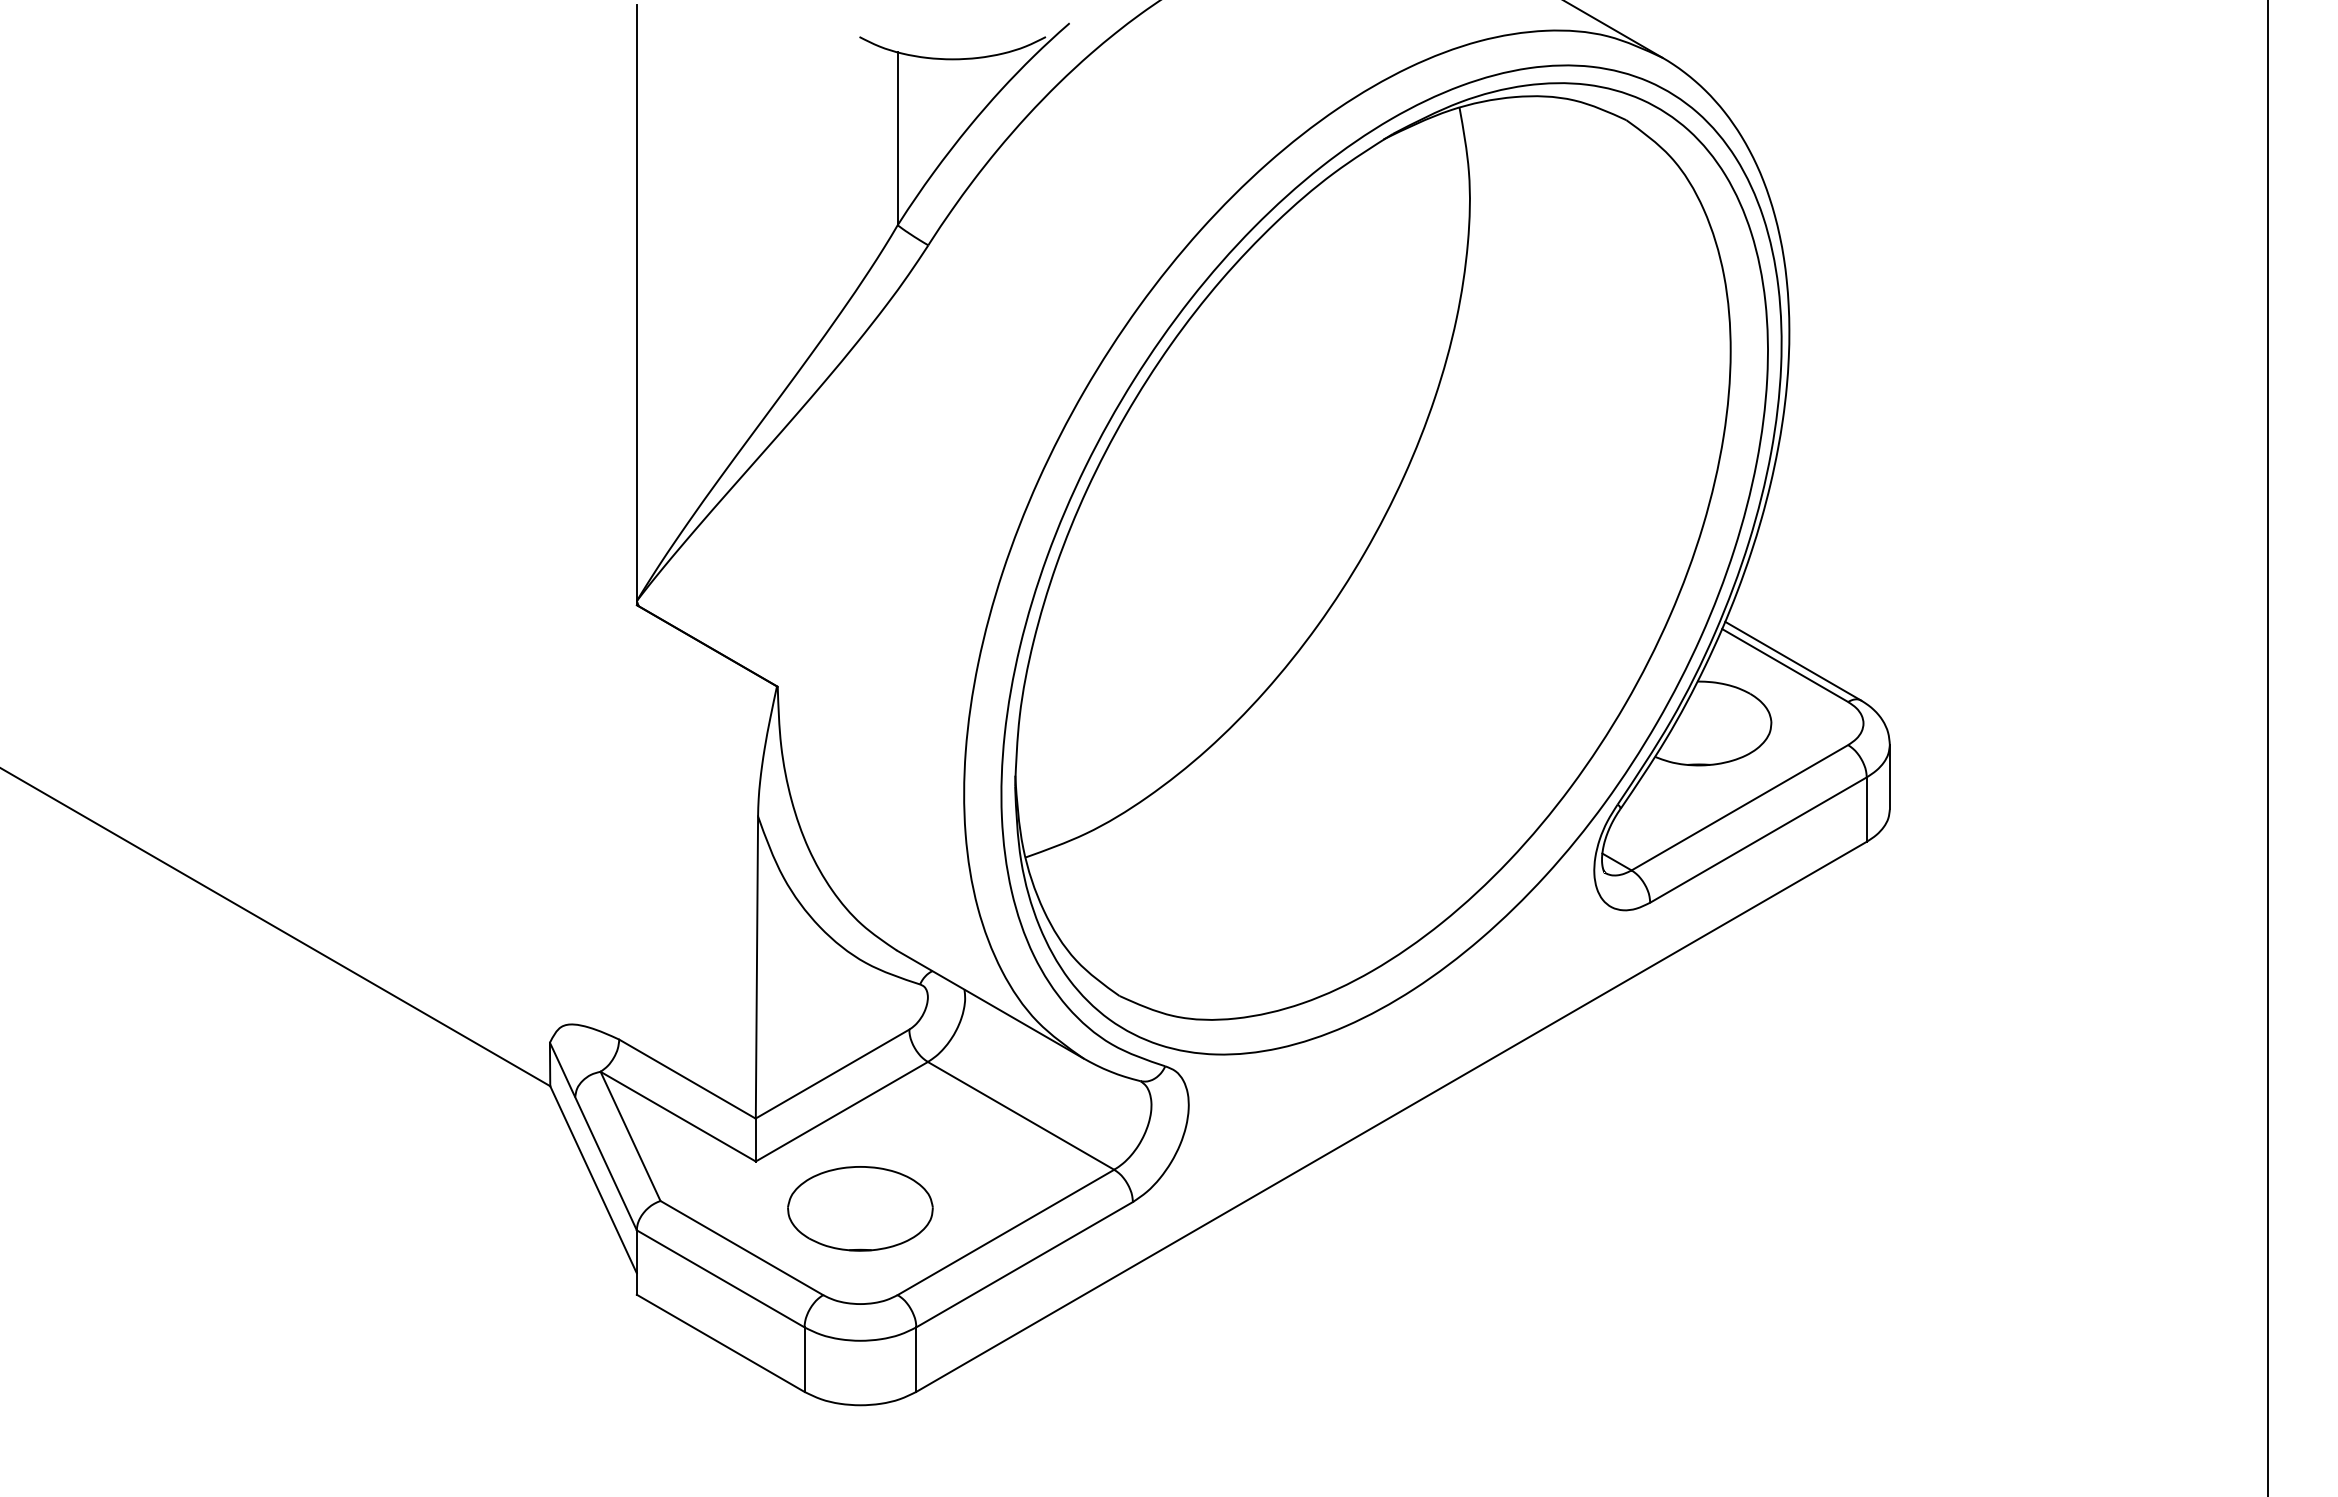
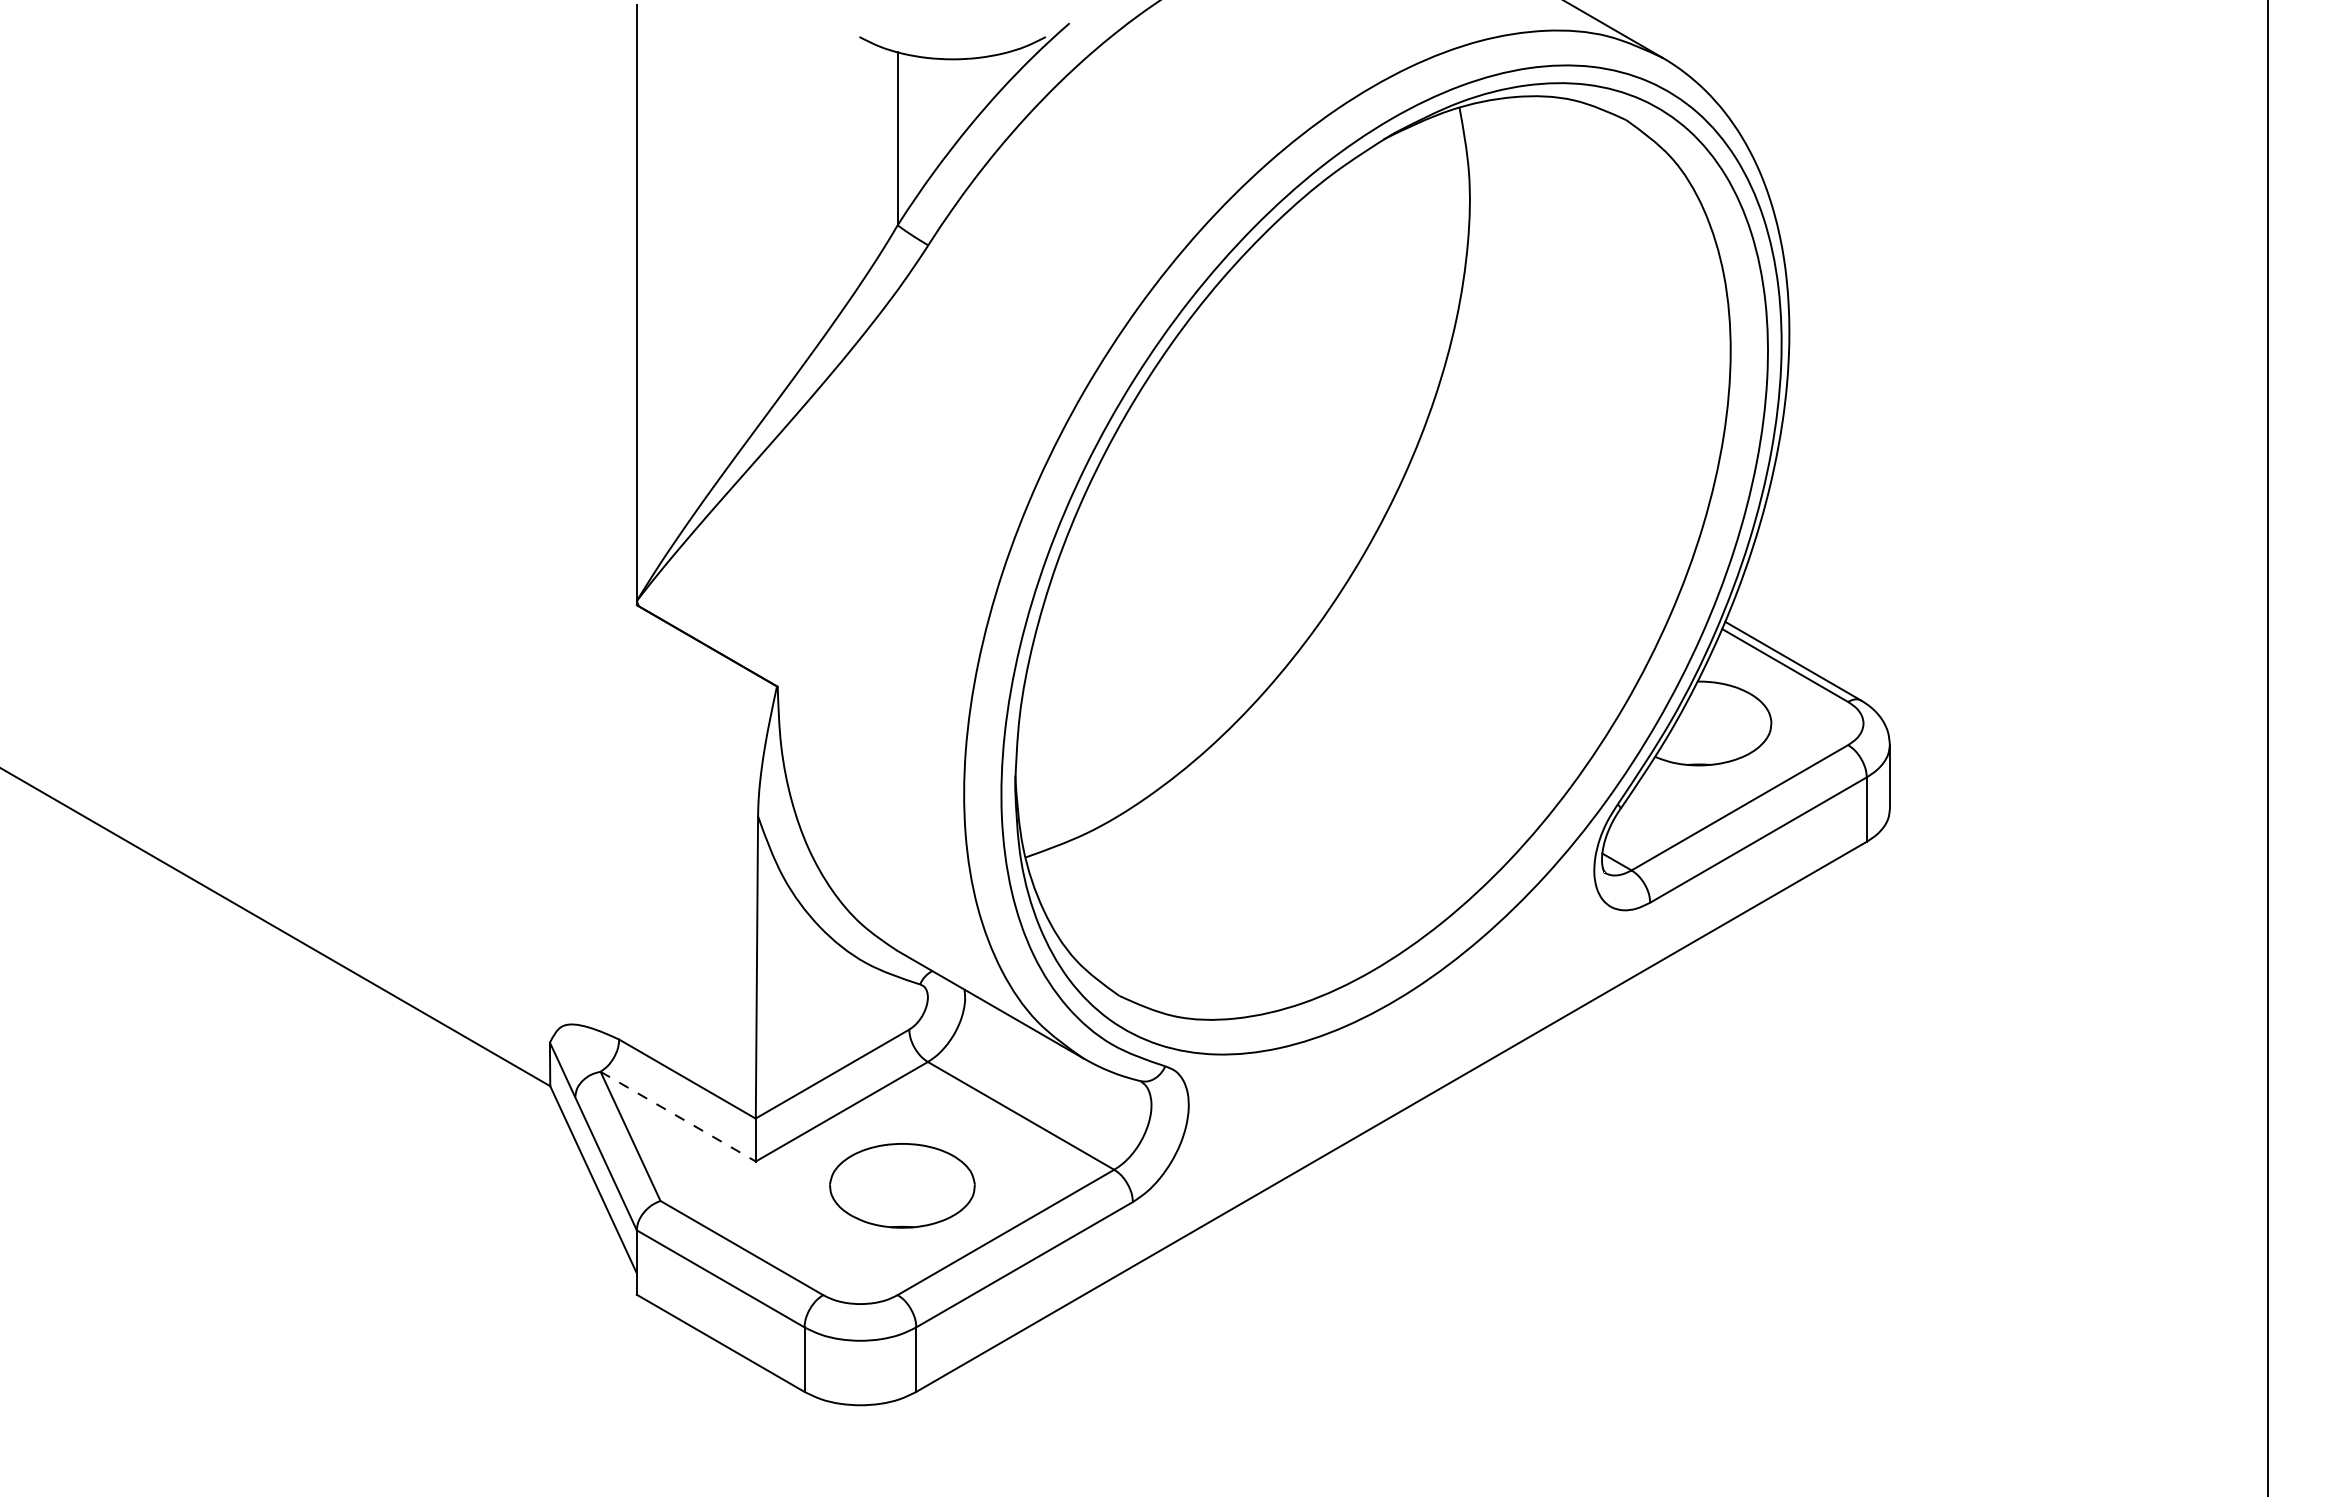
line at (678, 1116): solid -> dashed
part at (860, 1208) position: (860, 1208) -> (902, 1185)
